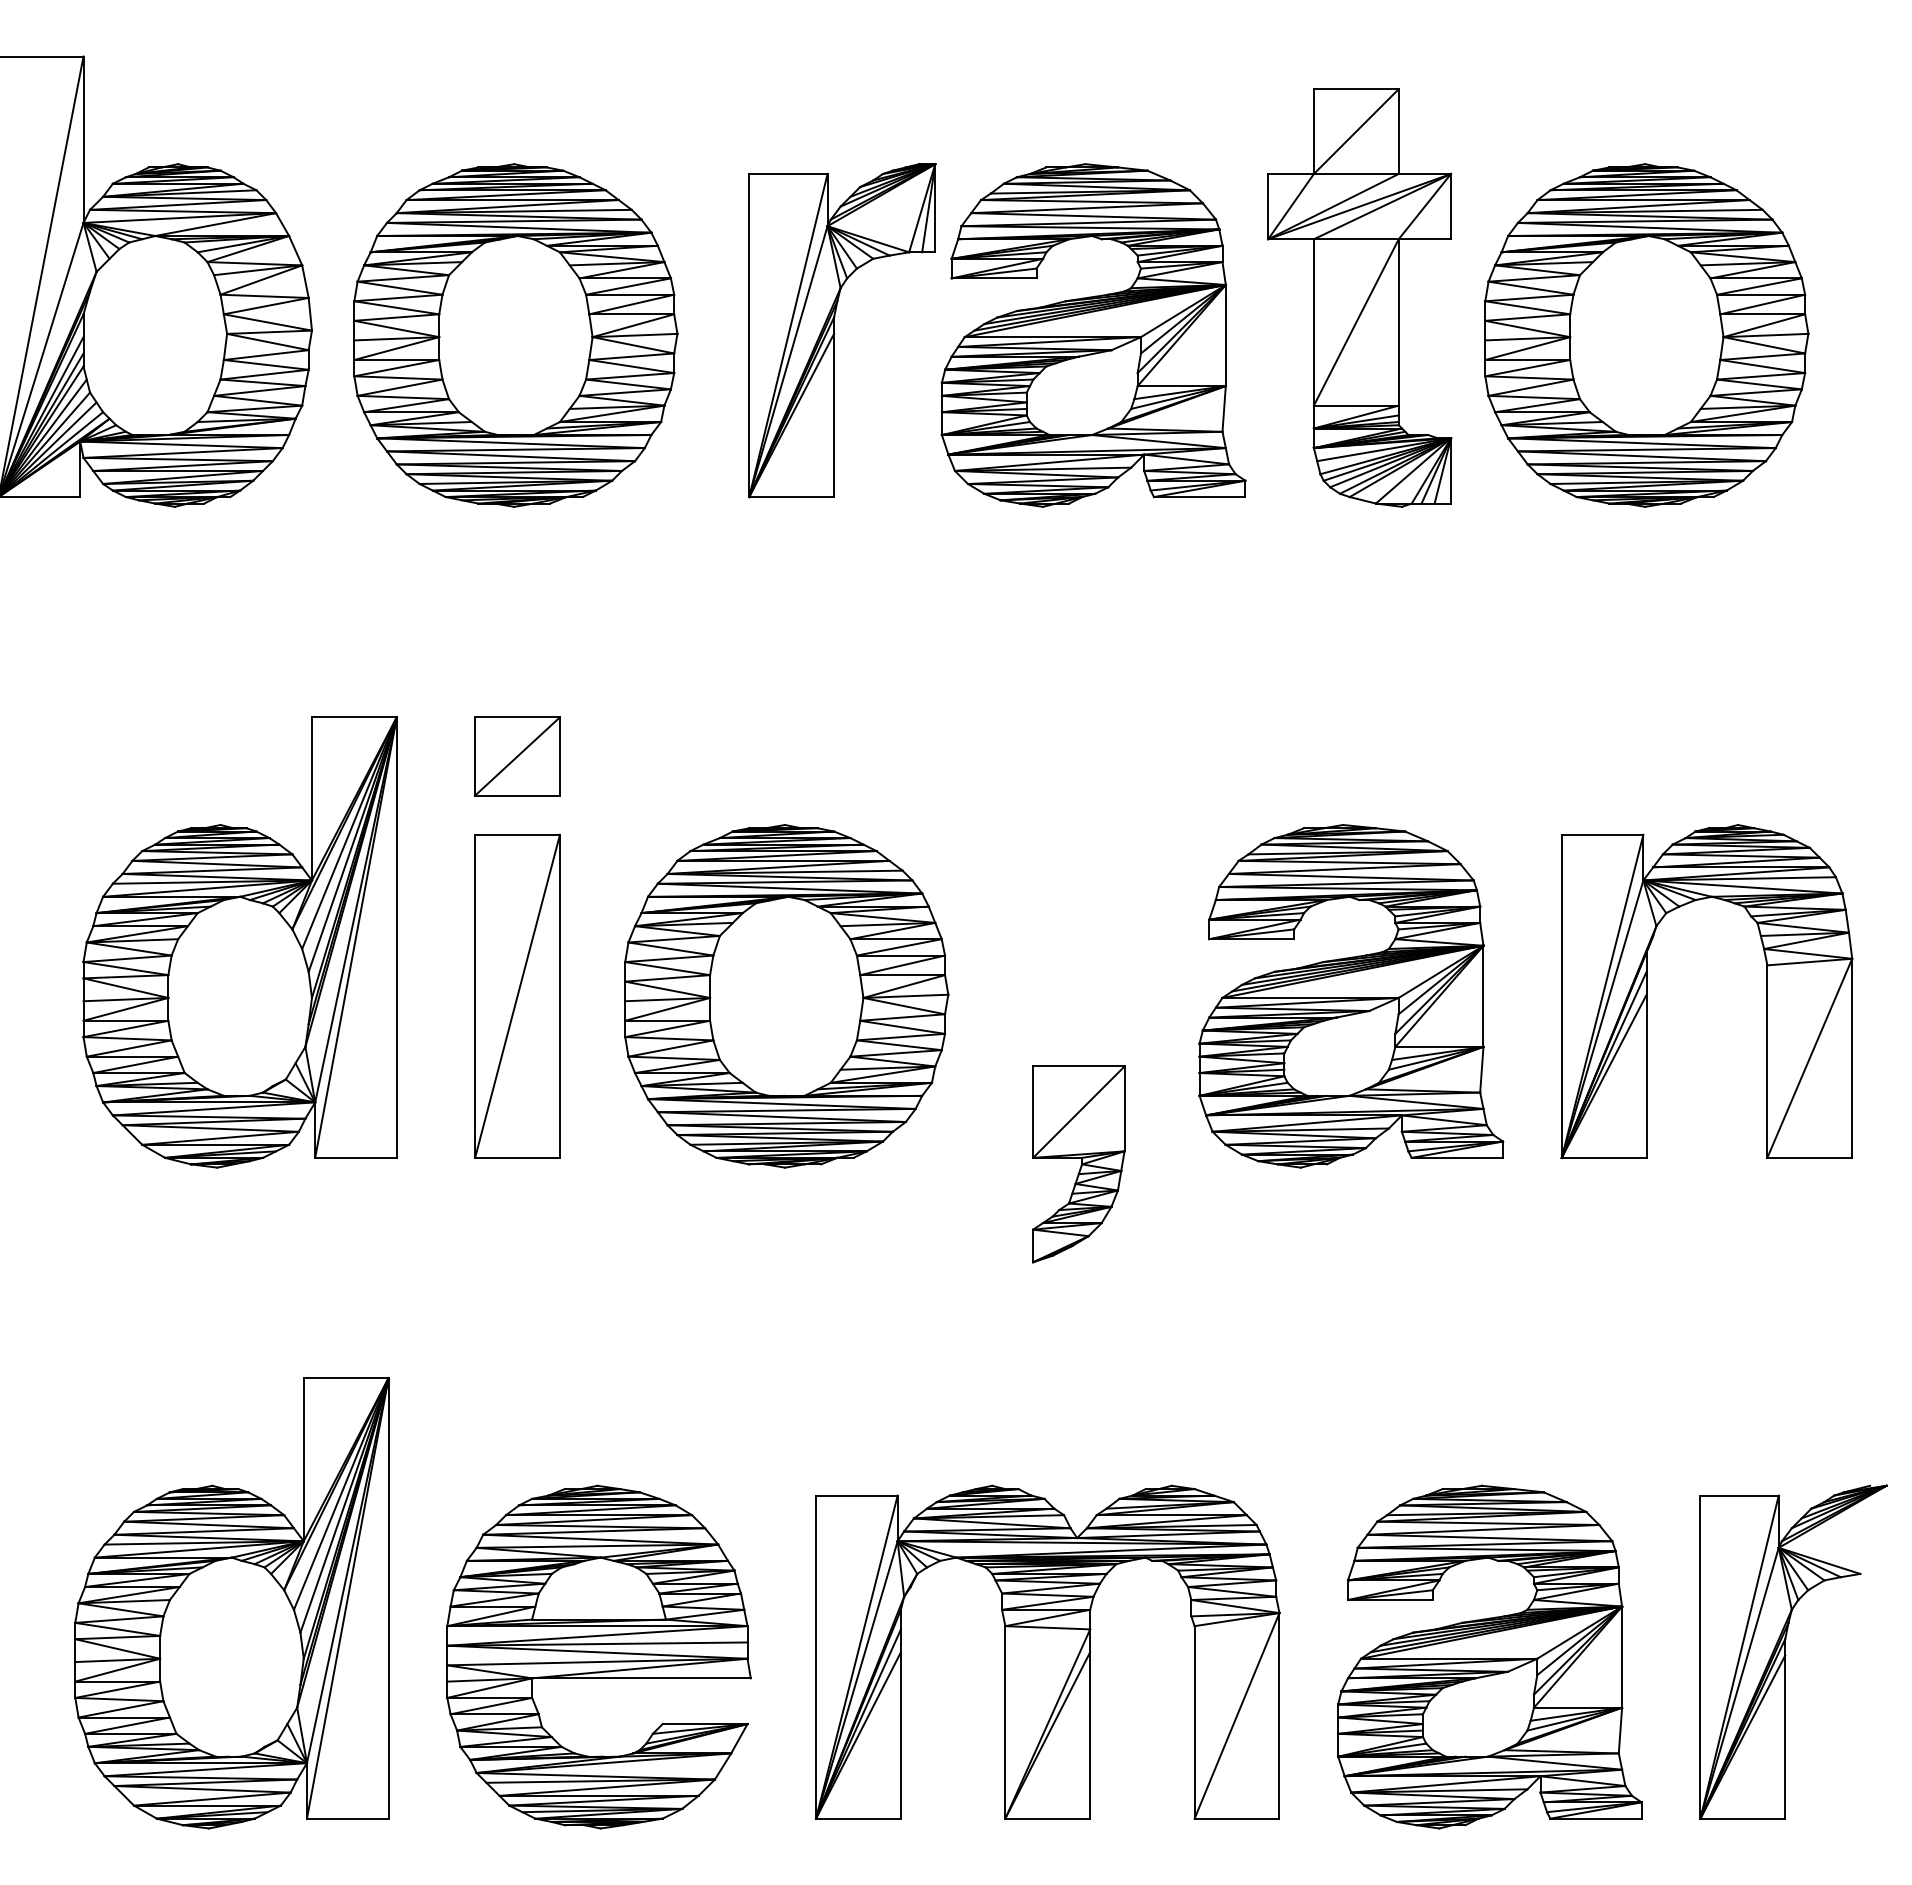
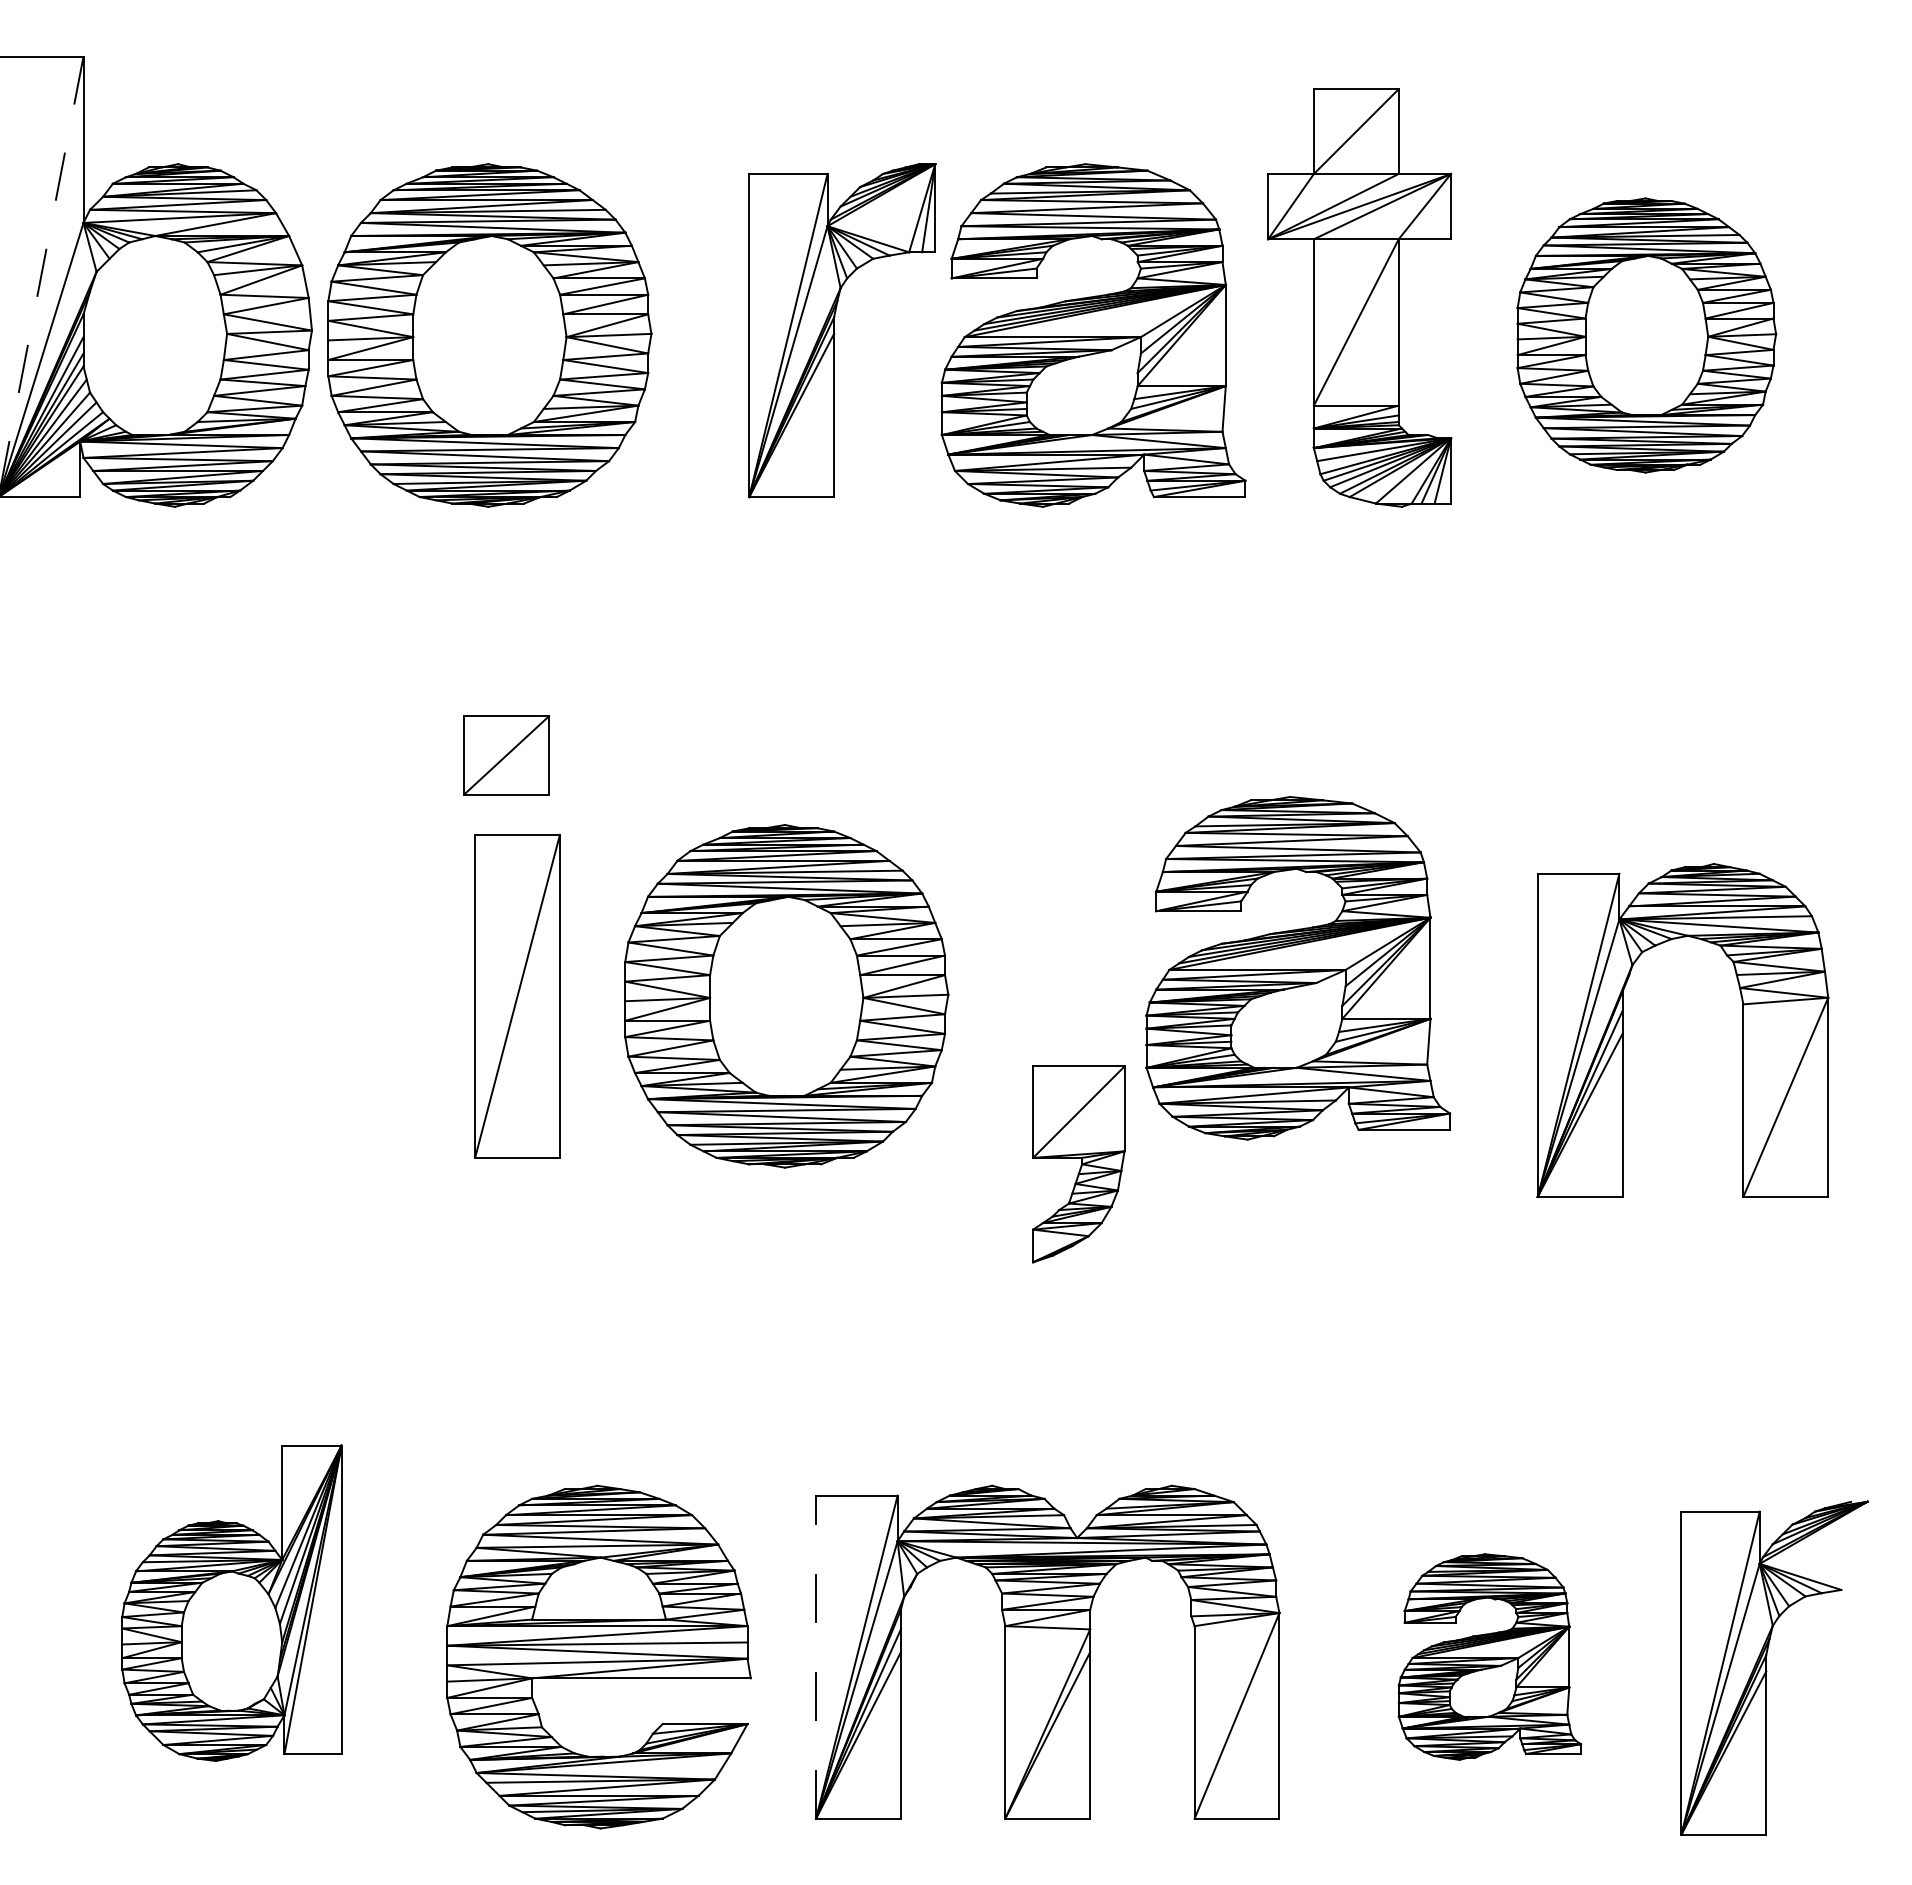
line at (41, 273): solid -> dashed
part at (515, 335) position: (515, 335) -> (489, 335)
part at (1646, 335) size: 326x345 px -> 262x277 px
part at (517, 756) position: (517, 756) -> (506, 755)
part at (239, 942): present -> none
part at (1647, 991) position: (1647, 991) -> (1623, 1030)
part at (1351, 996) position: (1351, 996) -> (1298, 968)
part at (231, 1603) size: 316x453 px -> 222x318 px
part at (1785, 1651) position: (1785, 1651) -> (1766, 1667)
part at (1489, 1656) size: 306x346 px -> 186x208 px
line at (816, 1657): solid -> dashed
